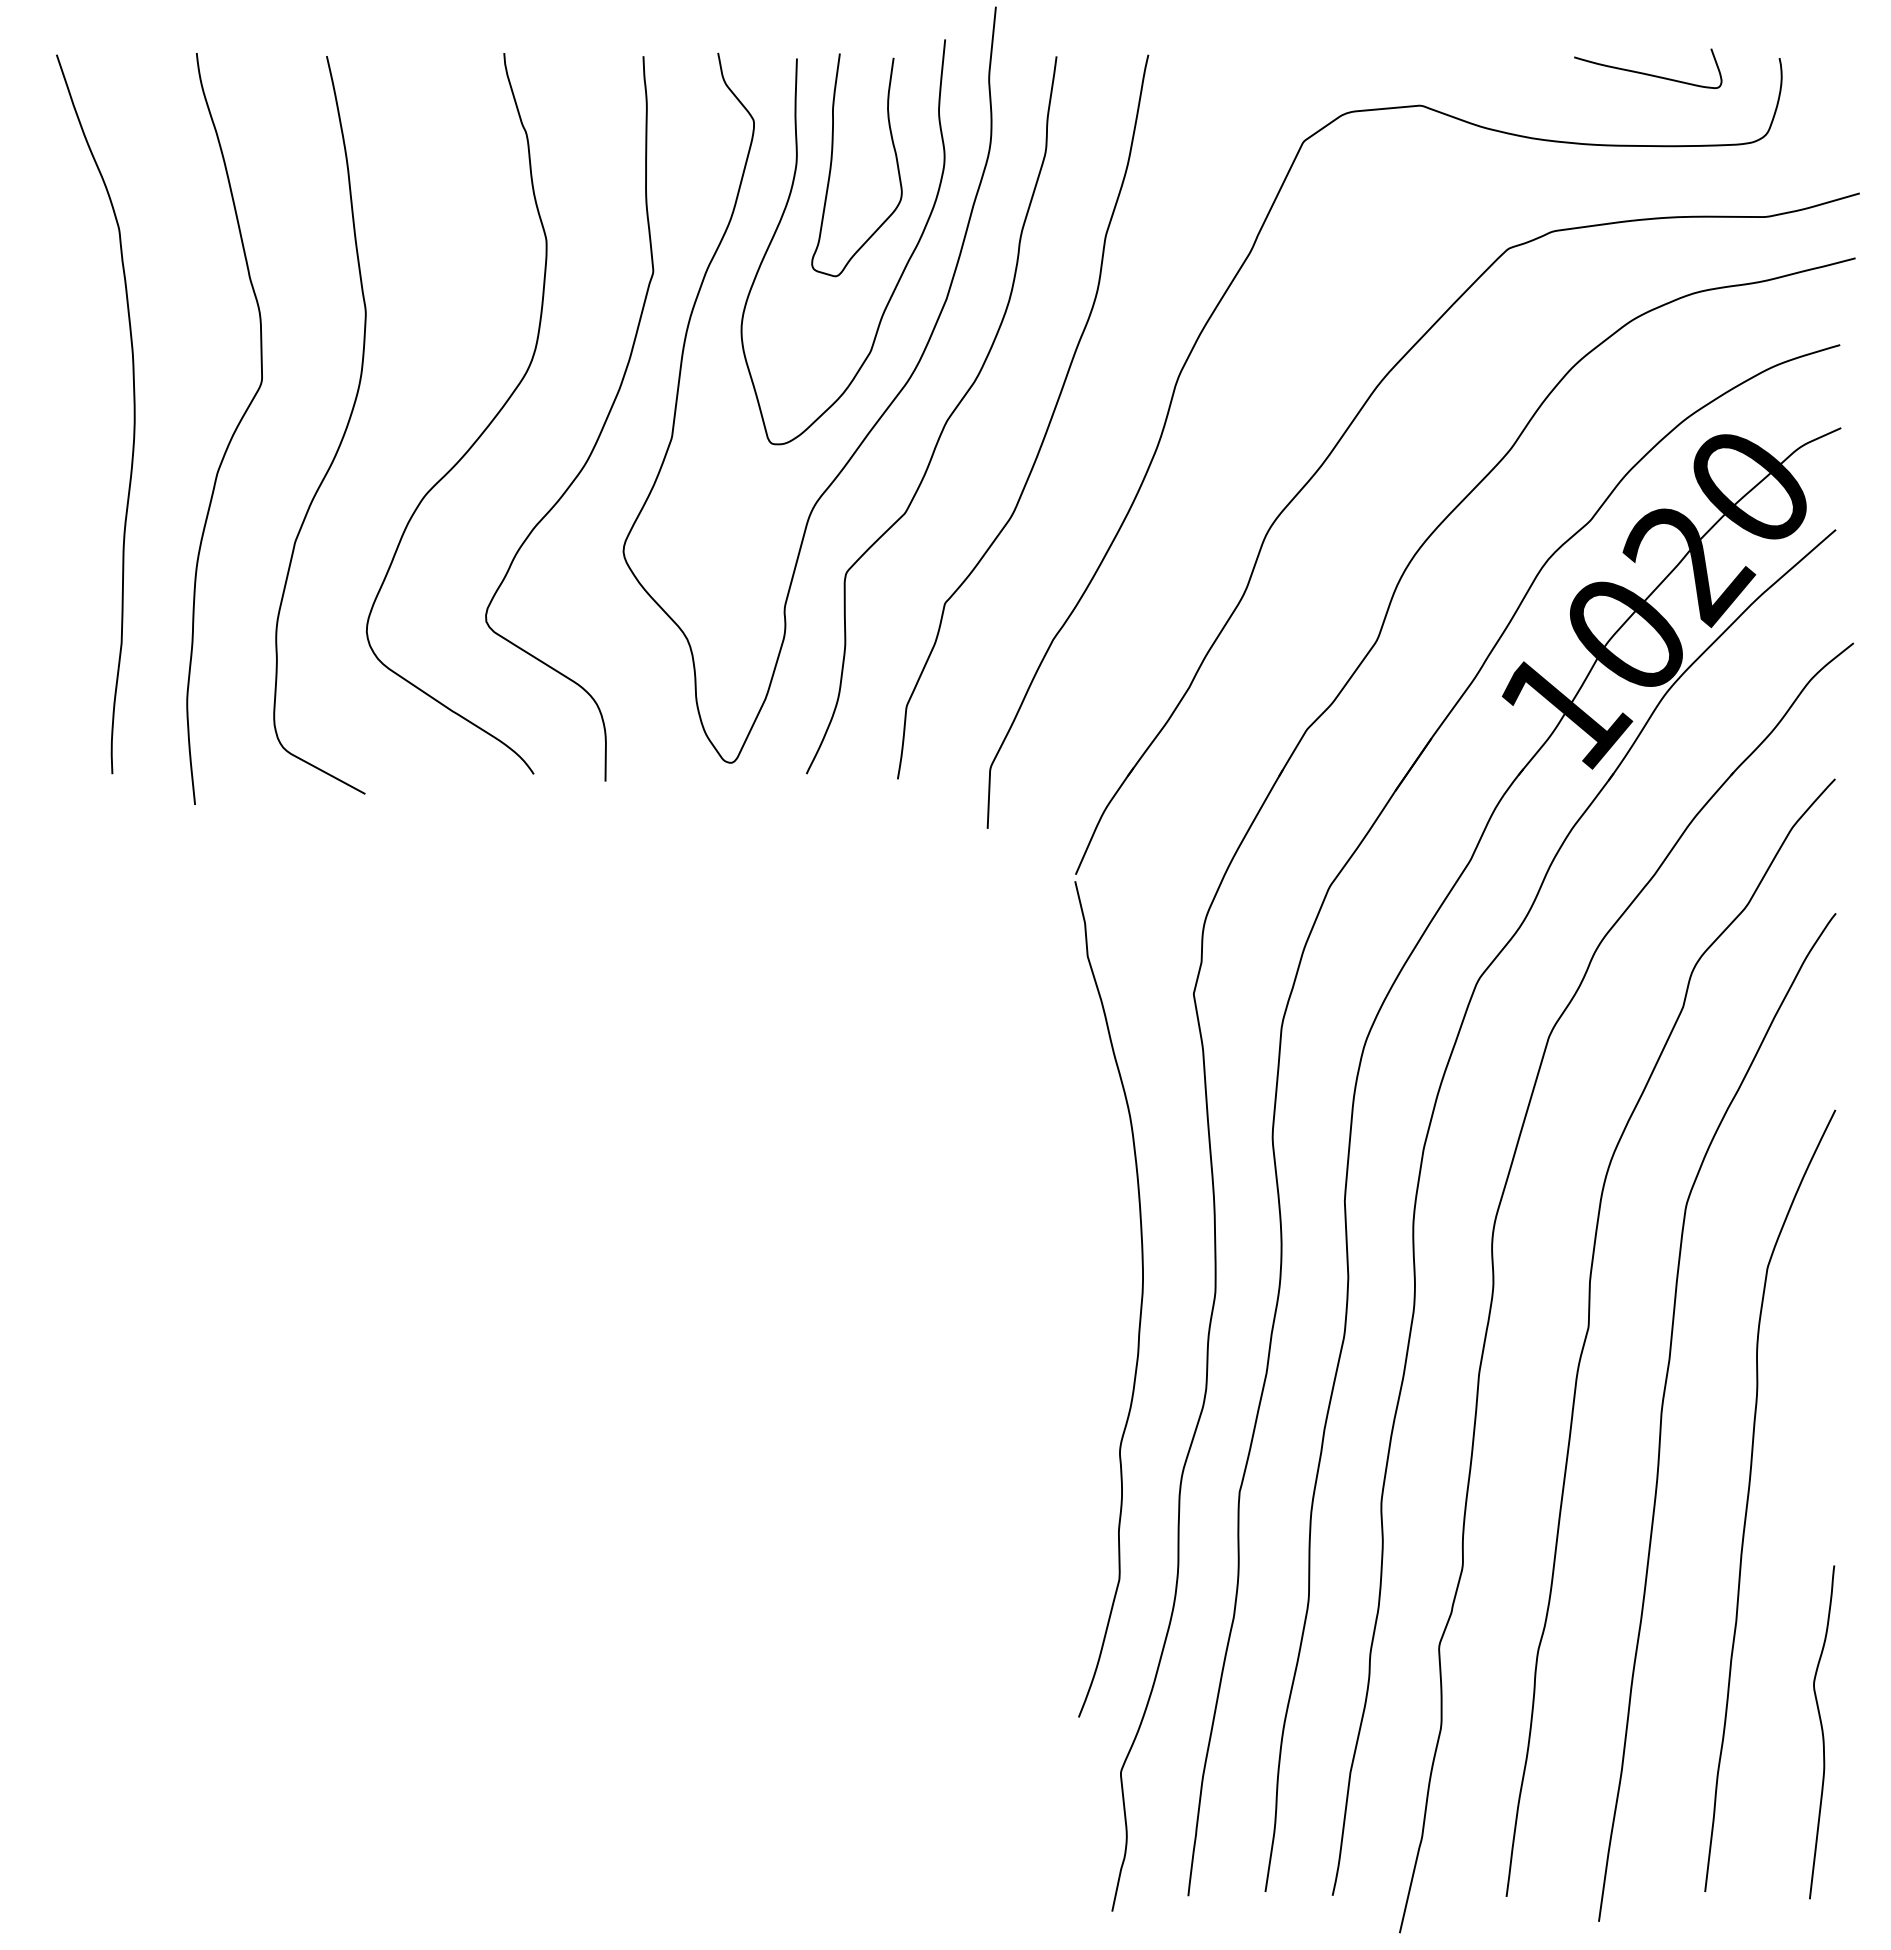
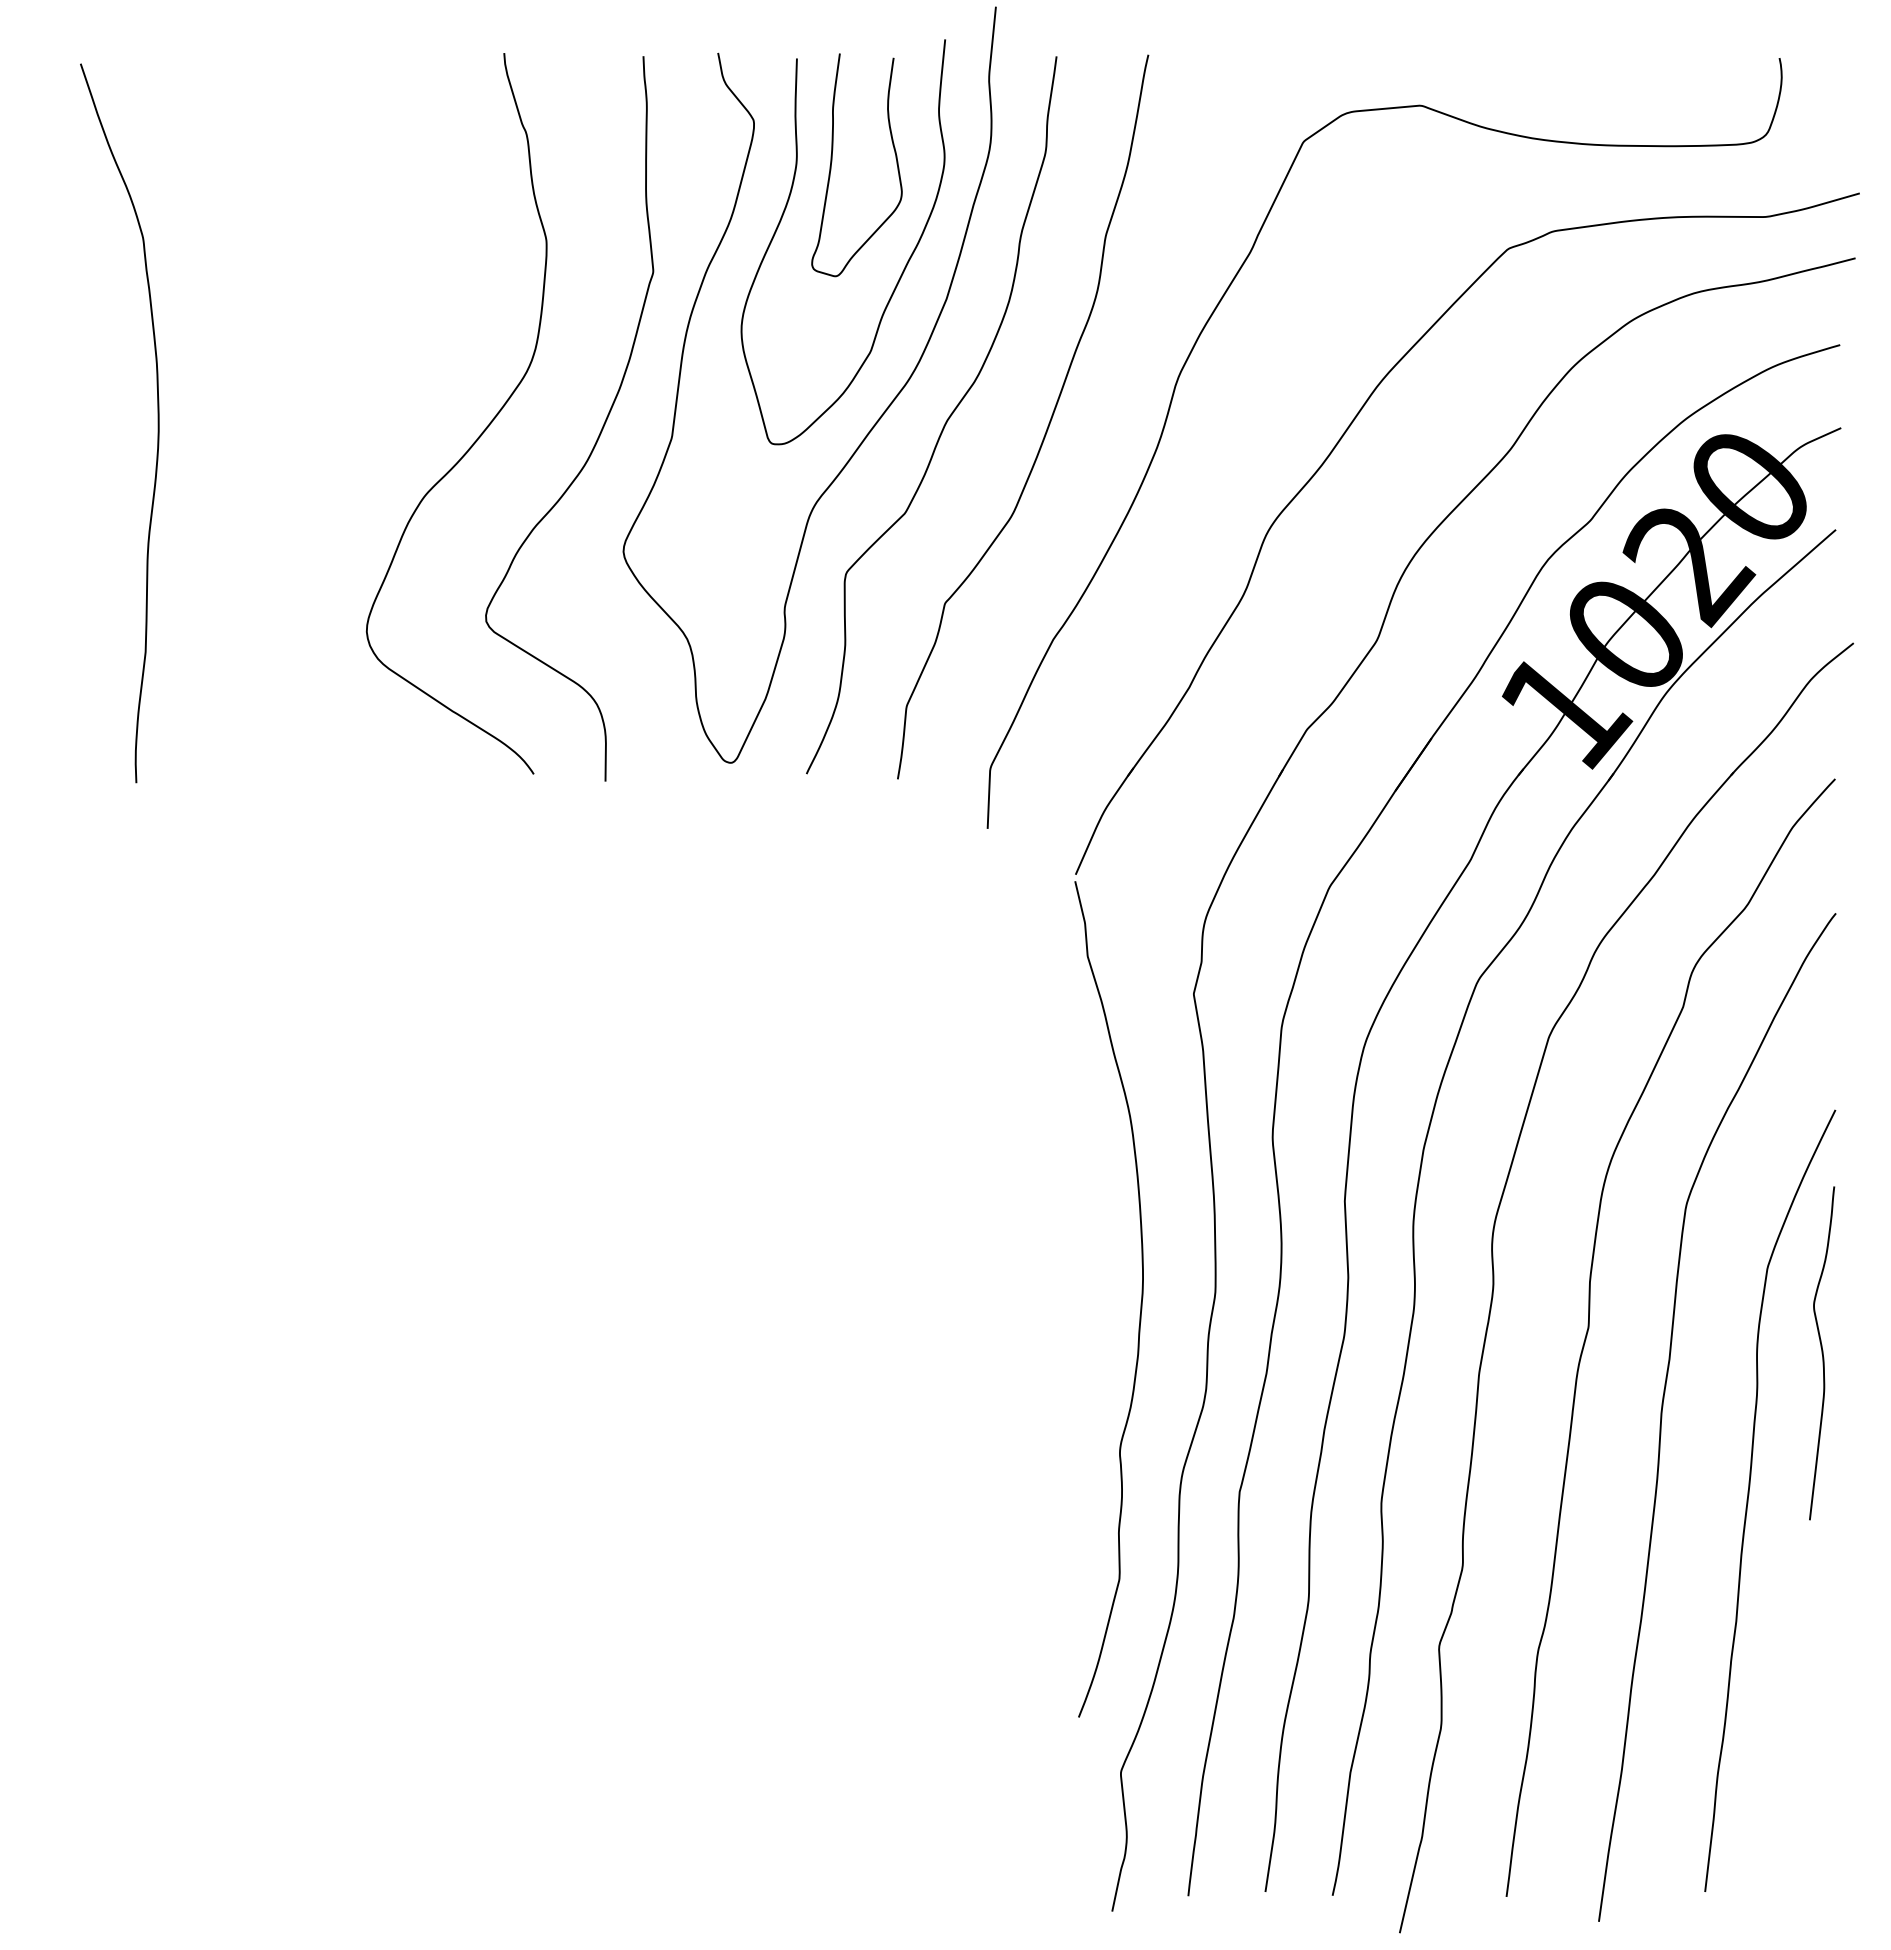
curve at (1648, 73): present -> none
curve at (133, 414) position: (133, 414) -> (157, 423)
curve at (233, 432): present -> none
curve at (342, 435): present -> none
curve at (1822, 1732) position: (1822, 1732) -> (1822, 1353)
